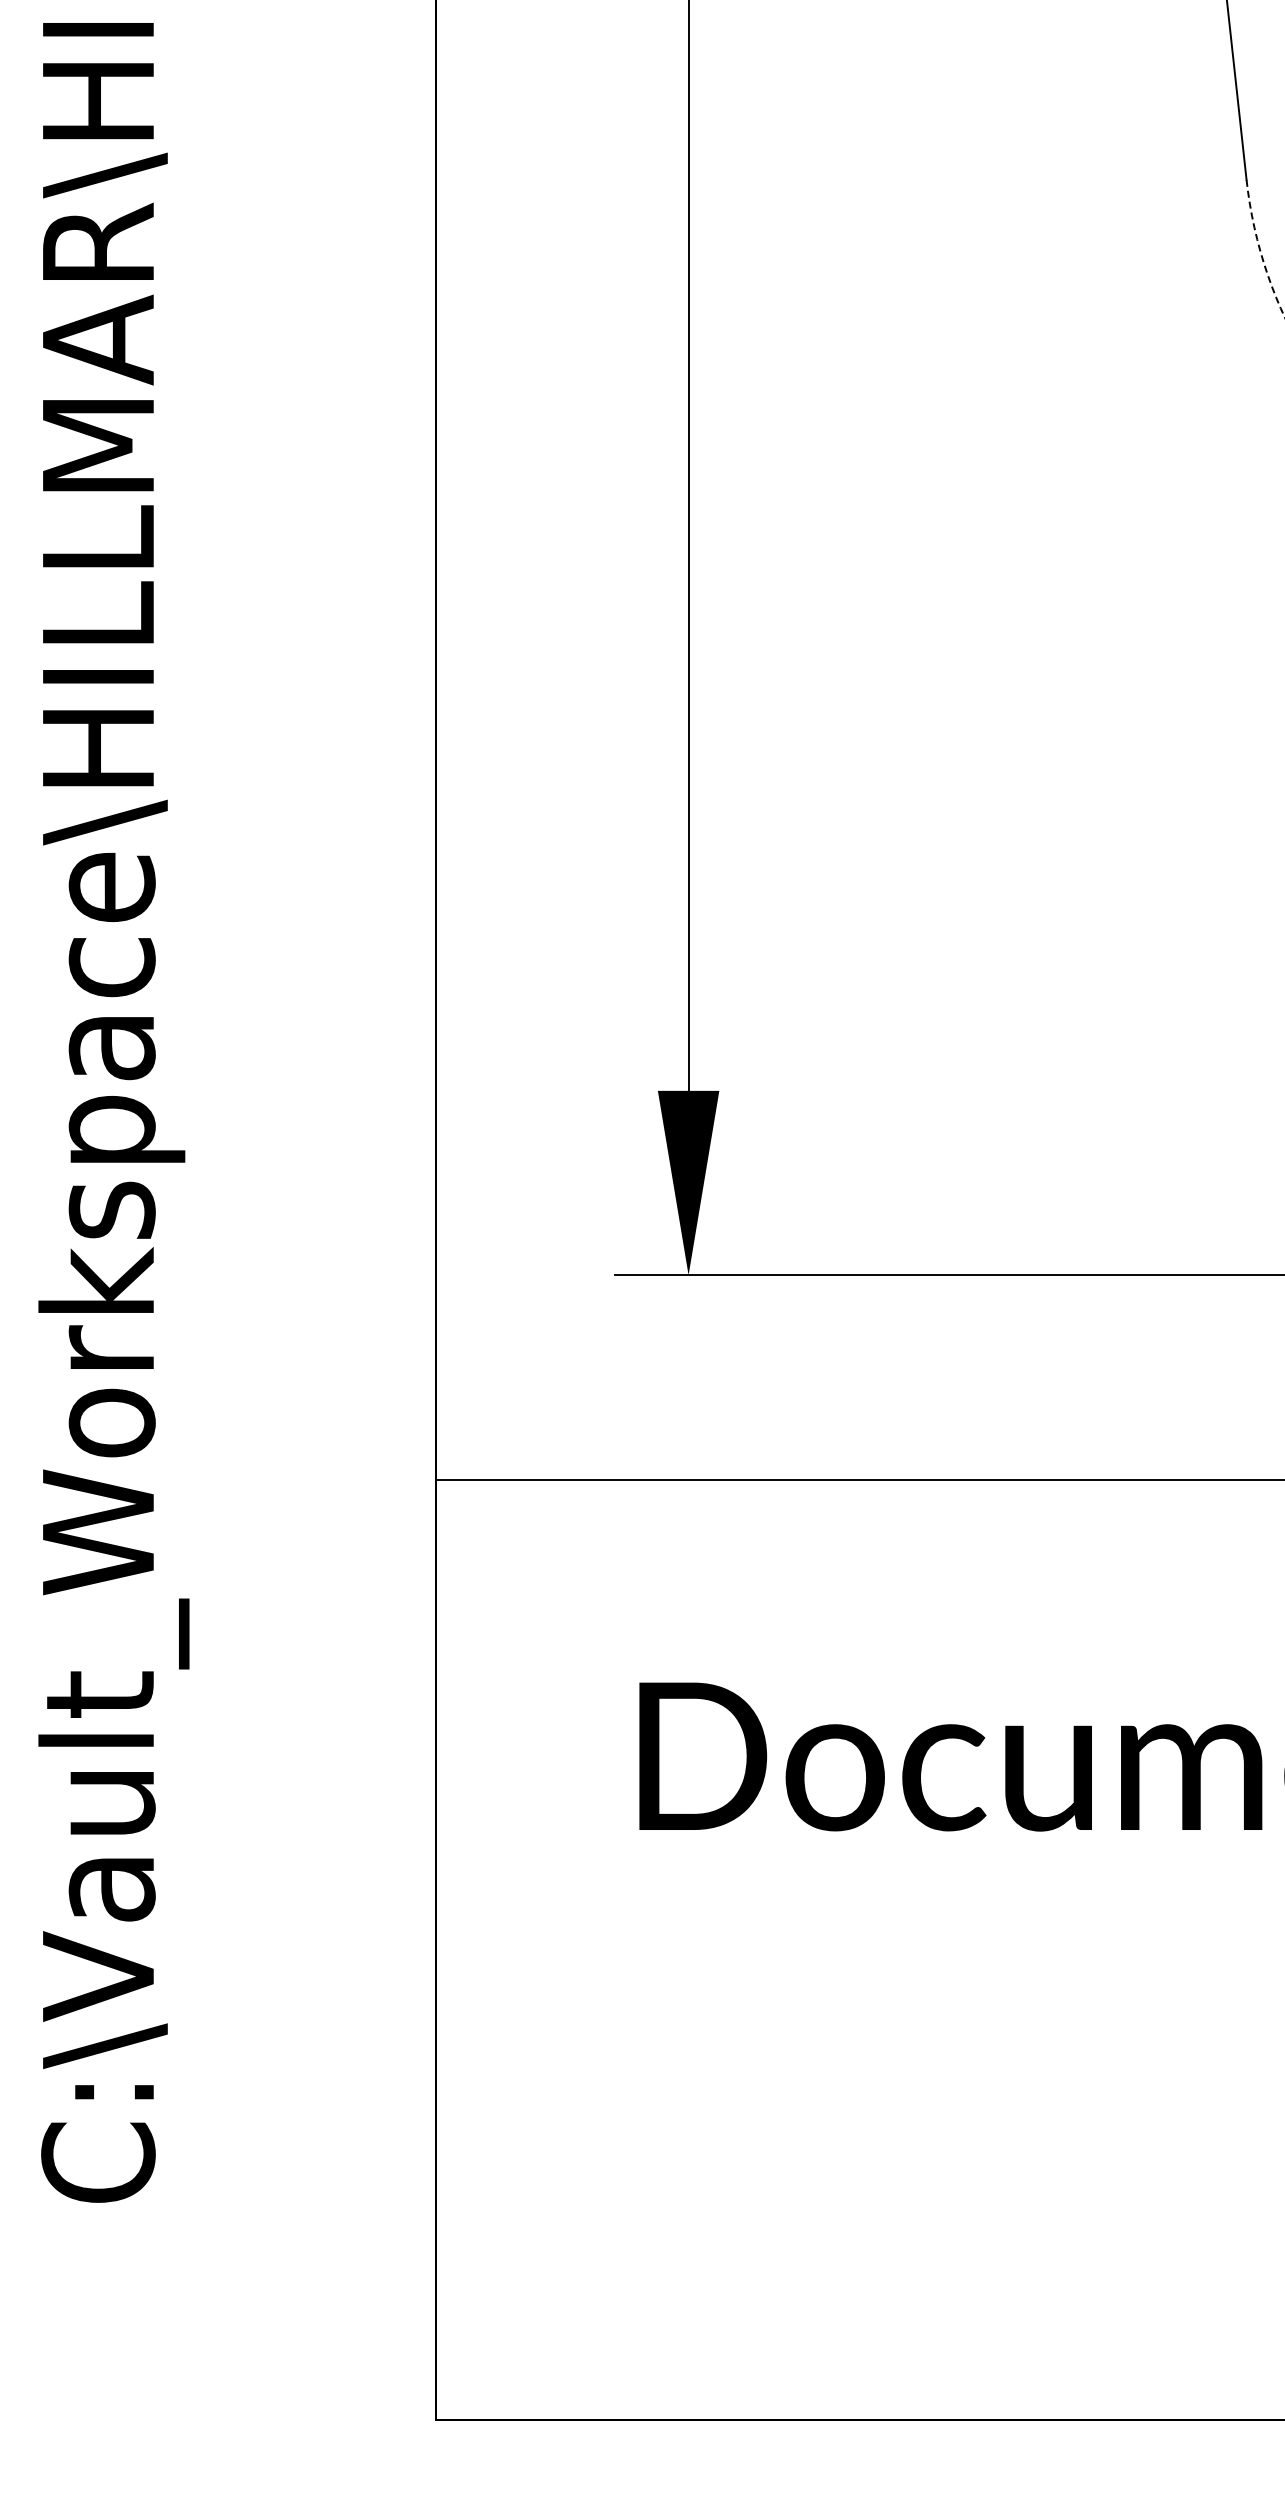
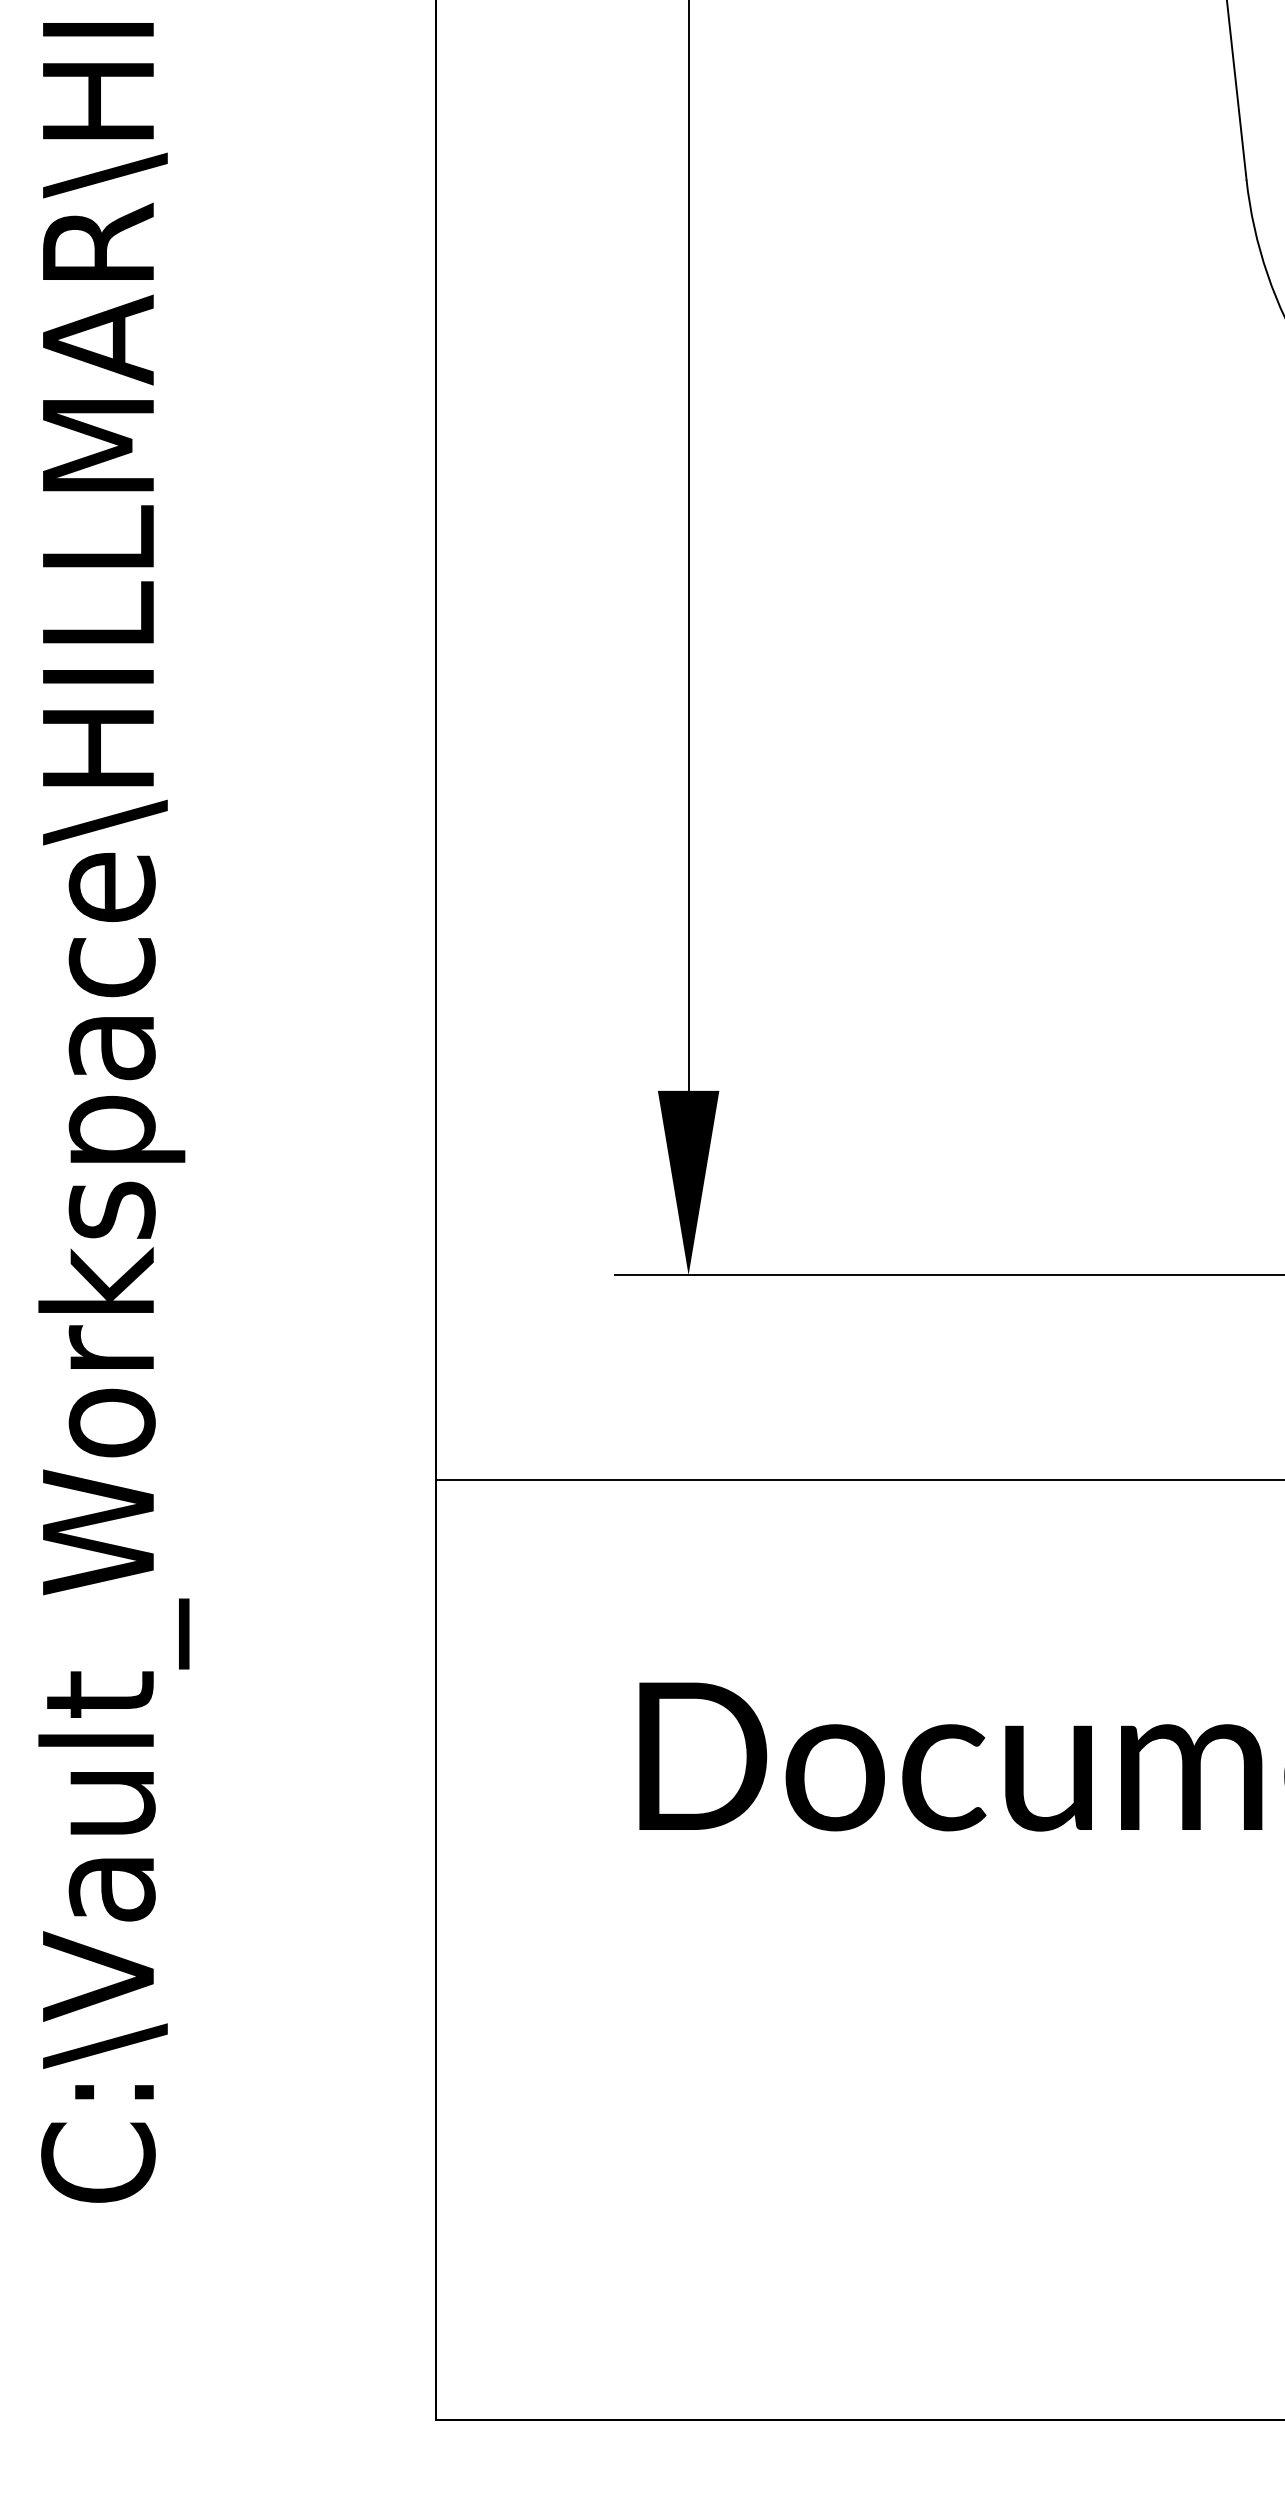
arc at (1260, 251): dashed -> solid
